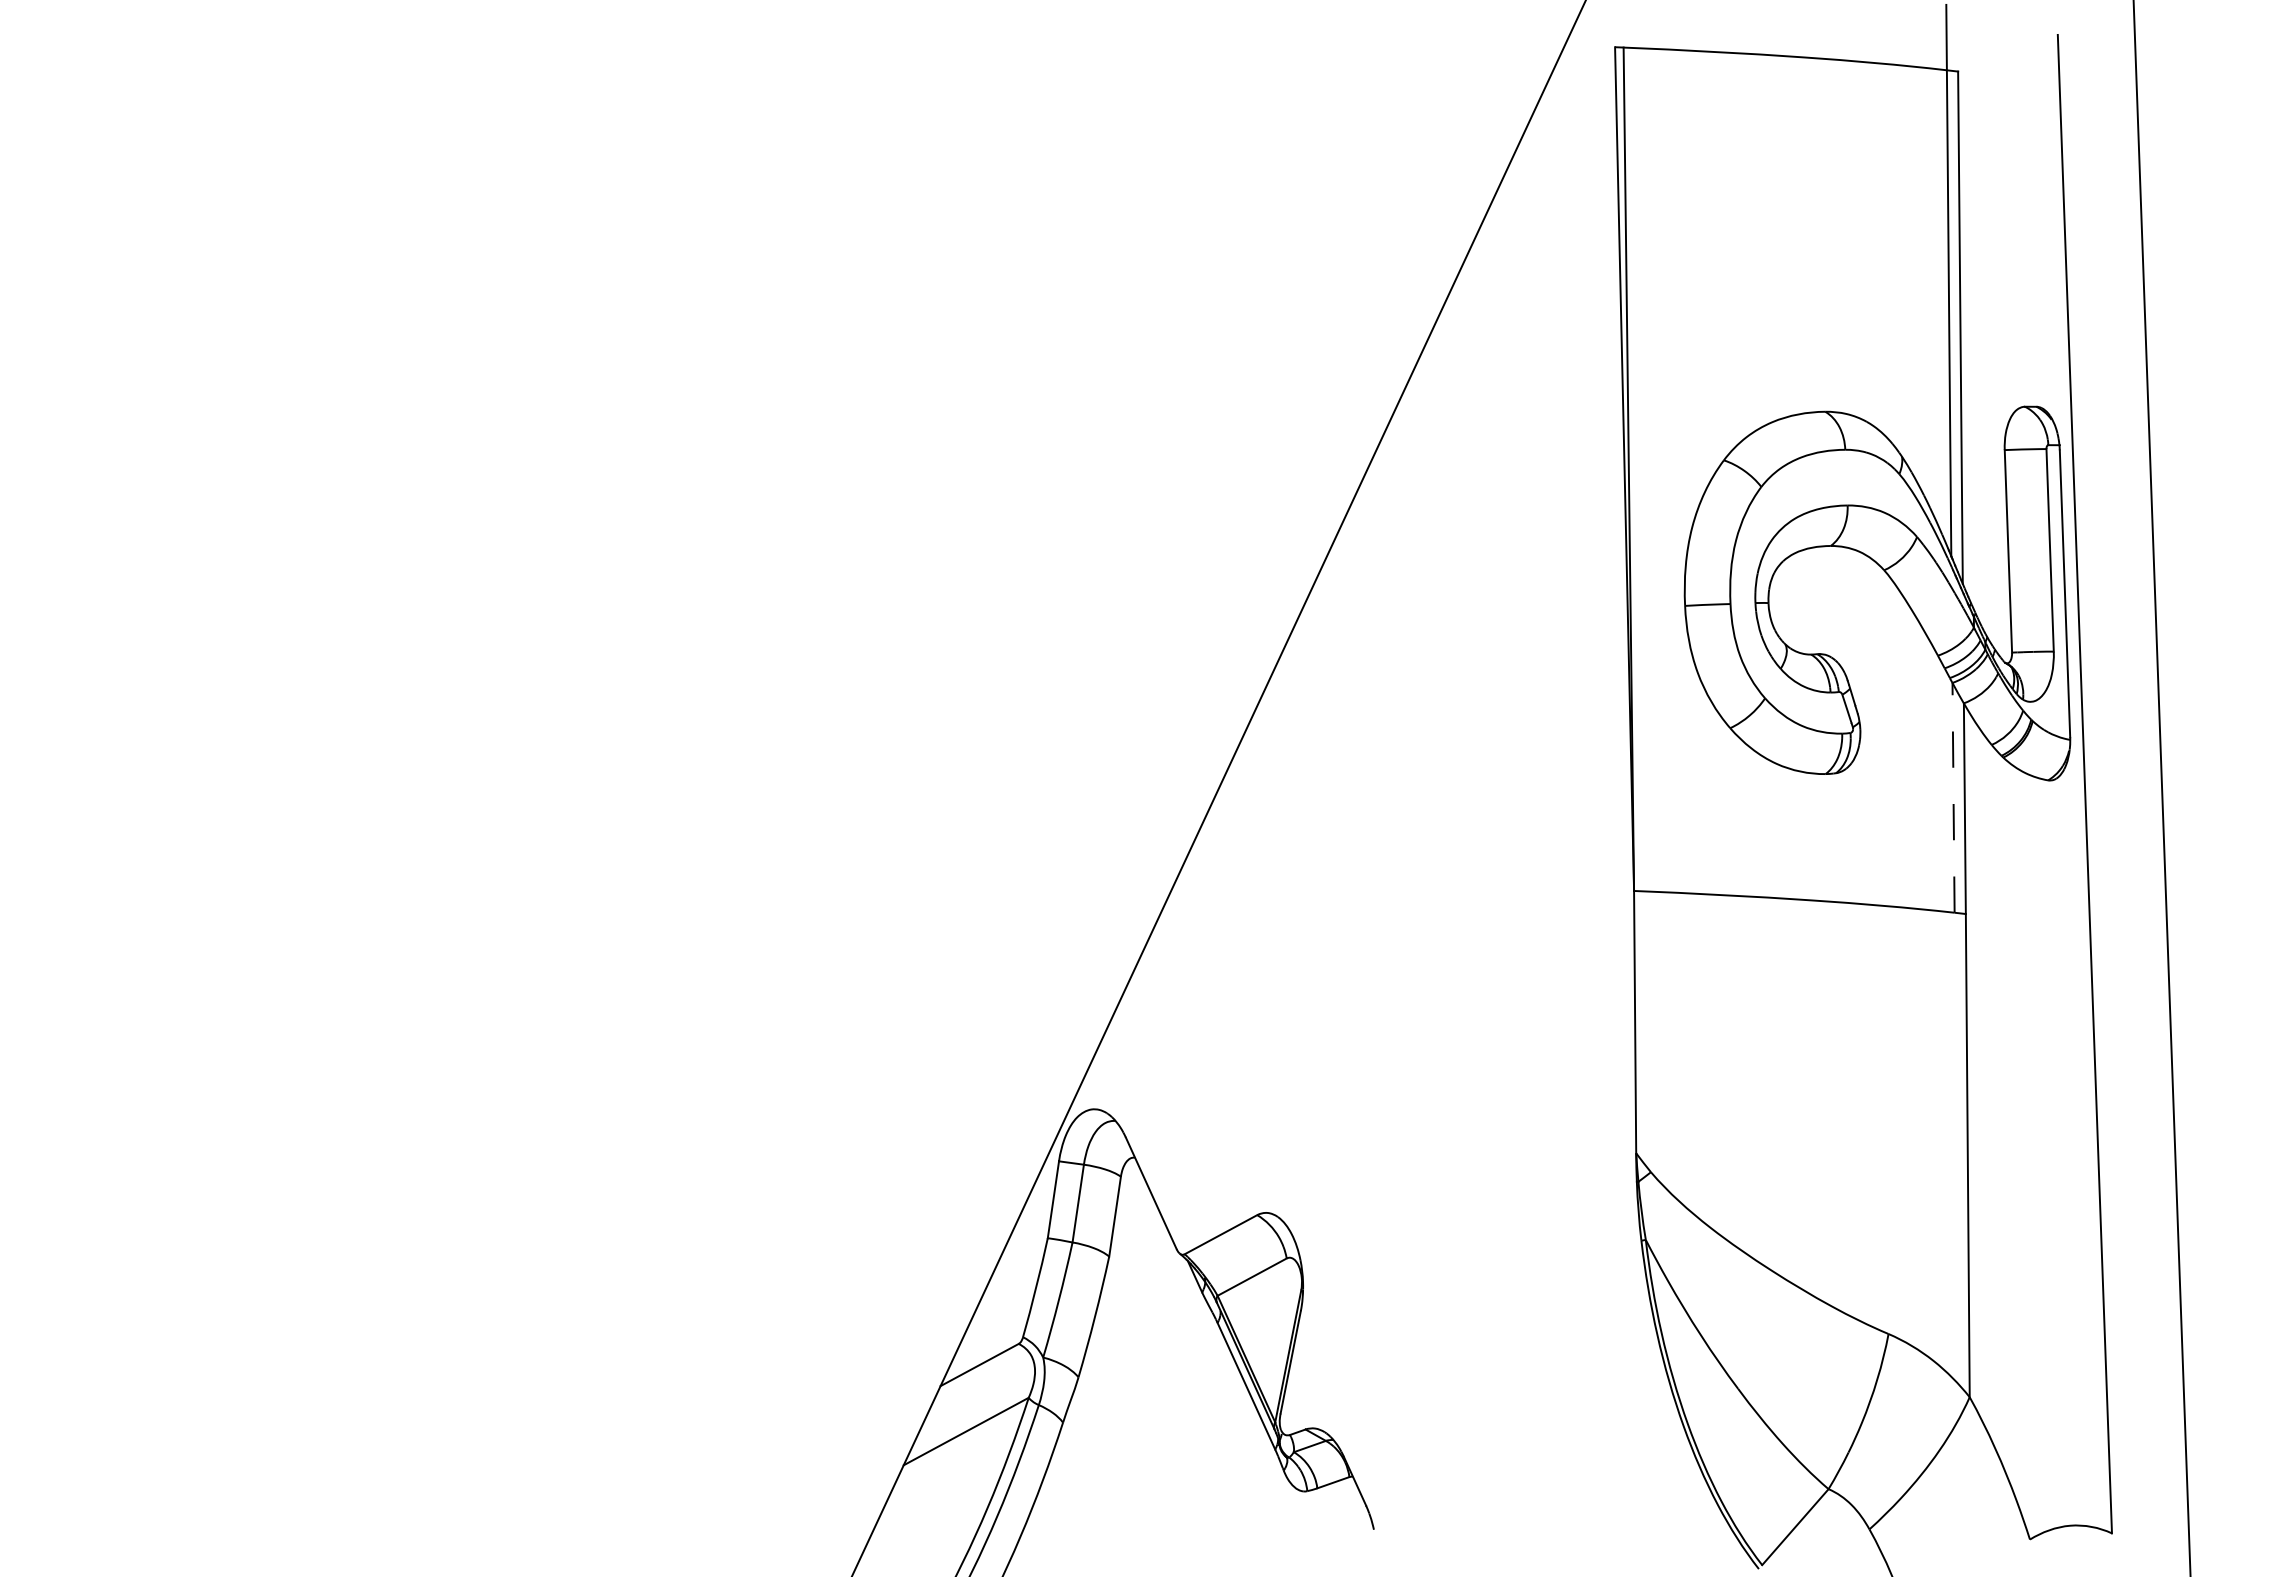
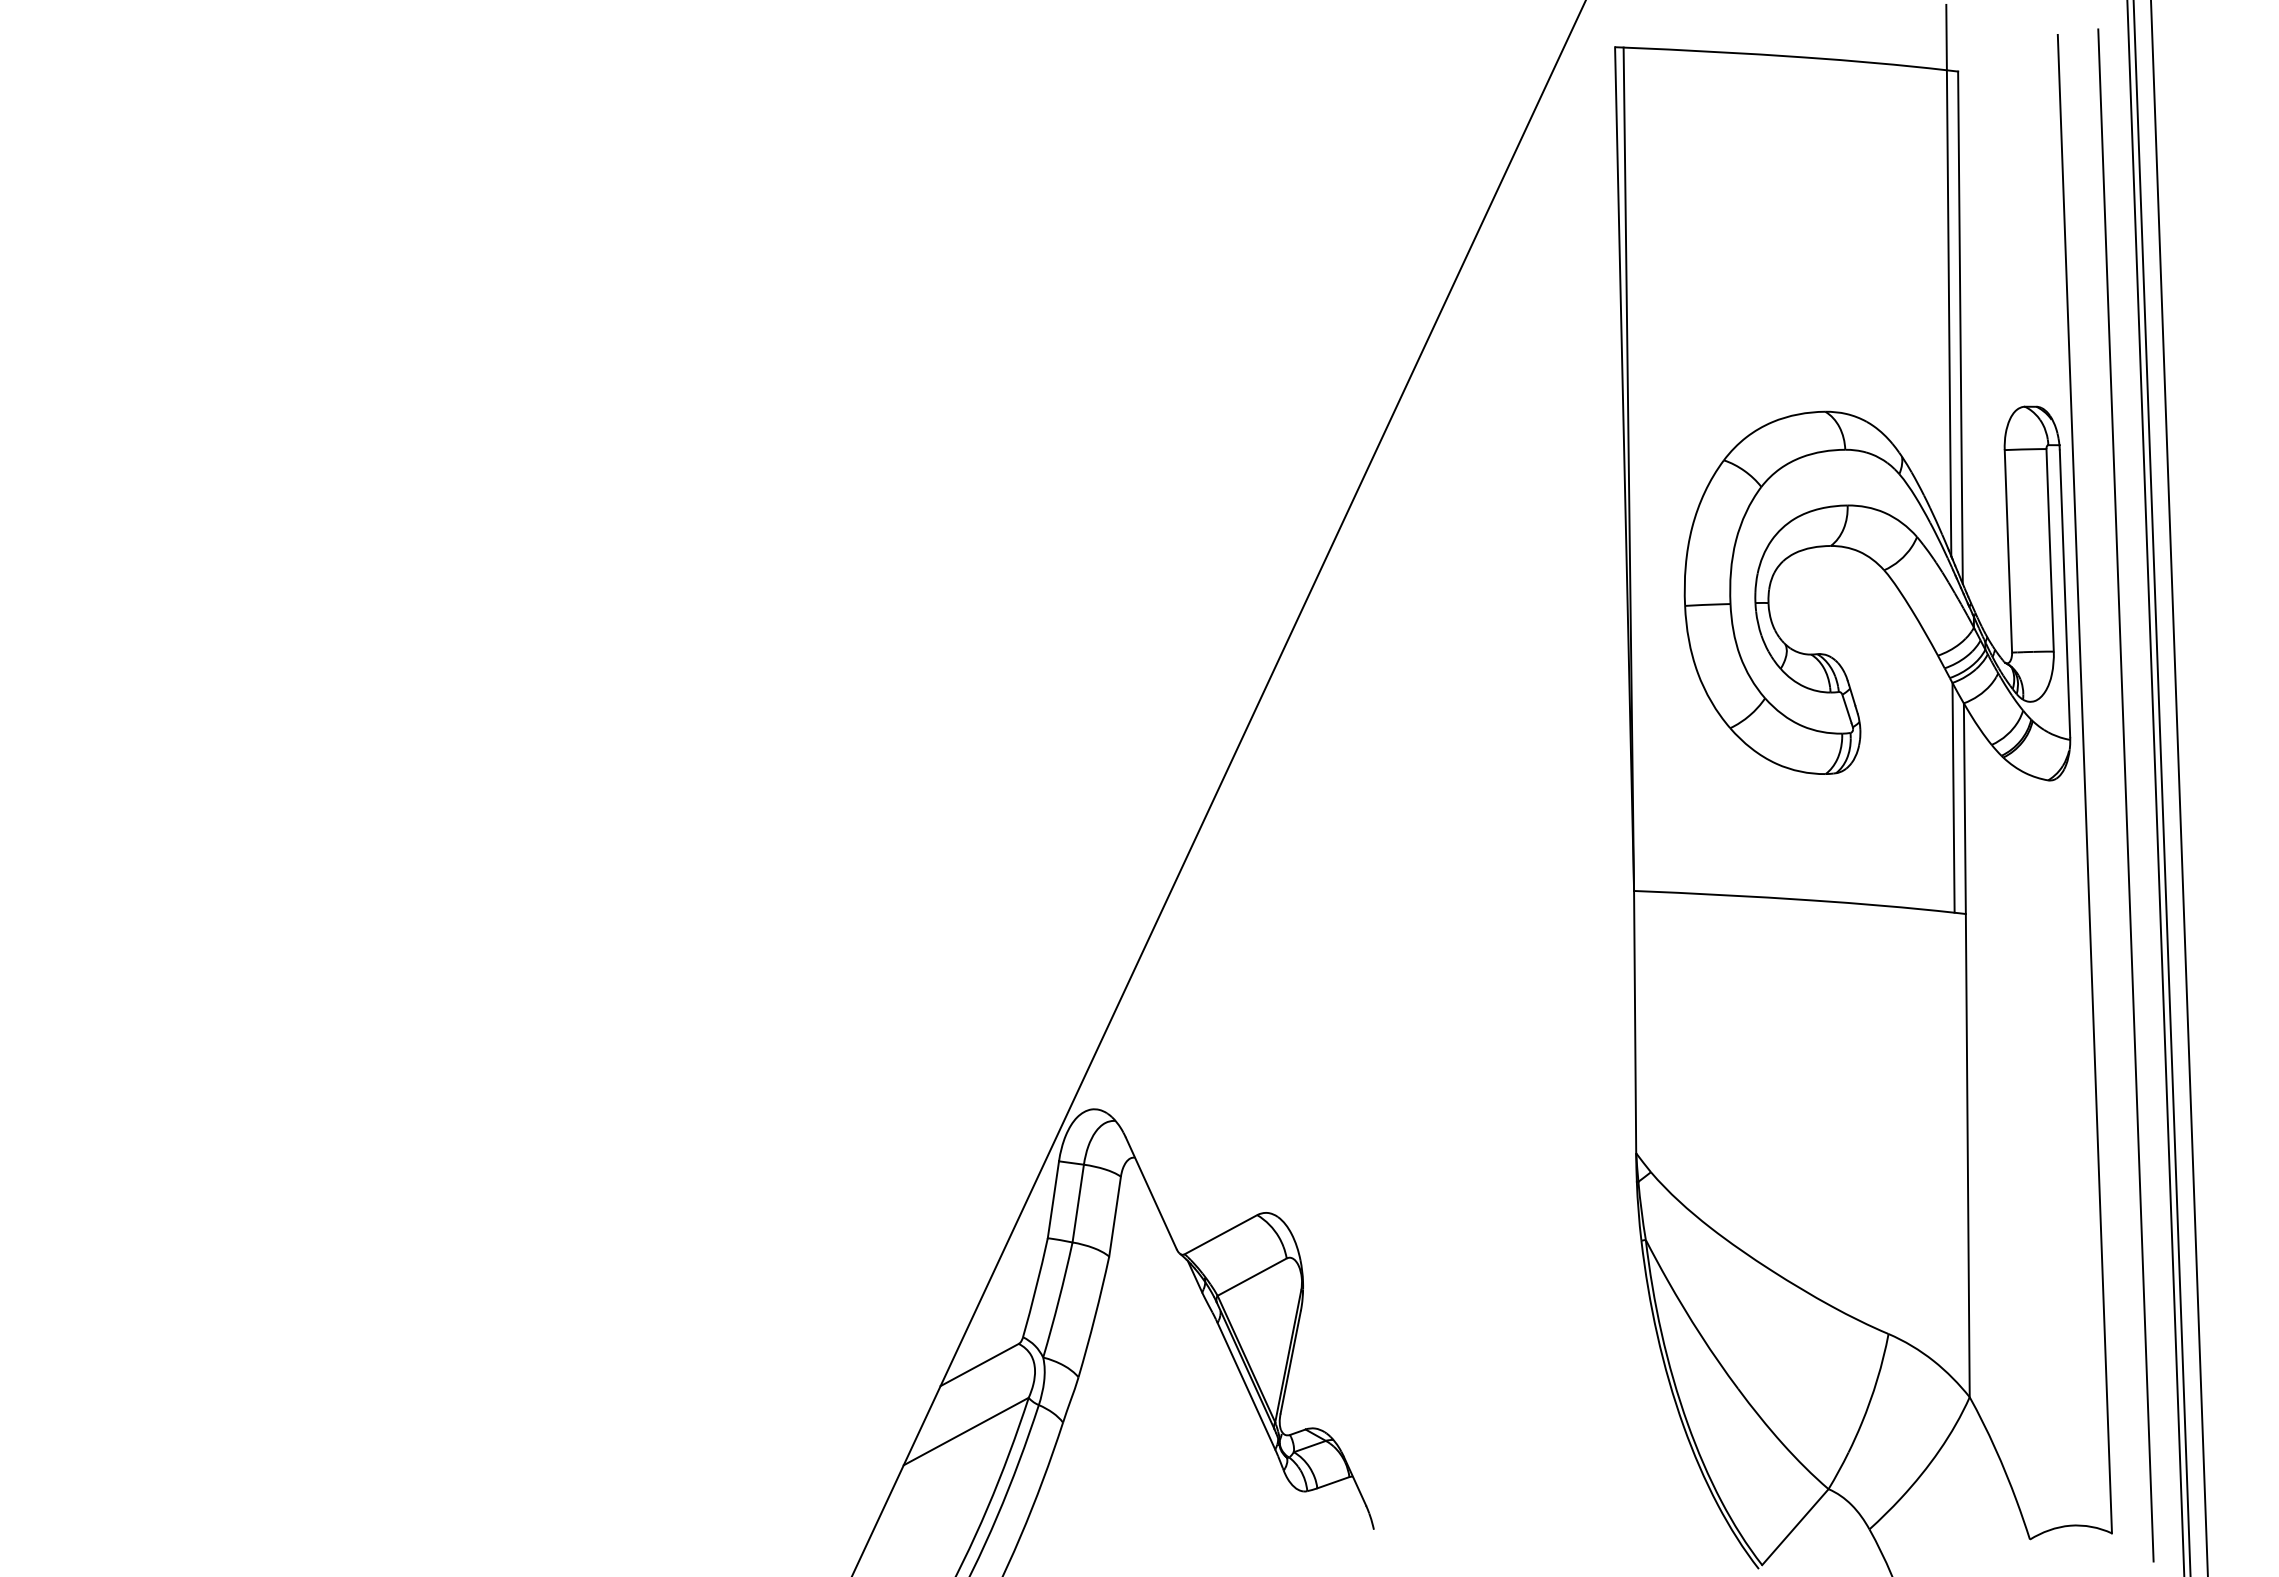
line at (2155, 787): none -> present
line at (2179, 787): none -> present
line at (2125, 795): none -> present
line at (1953, 797): dashed -> solid
